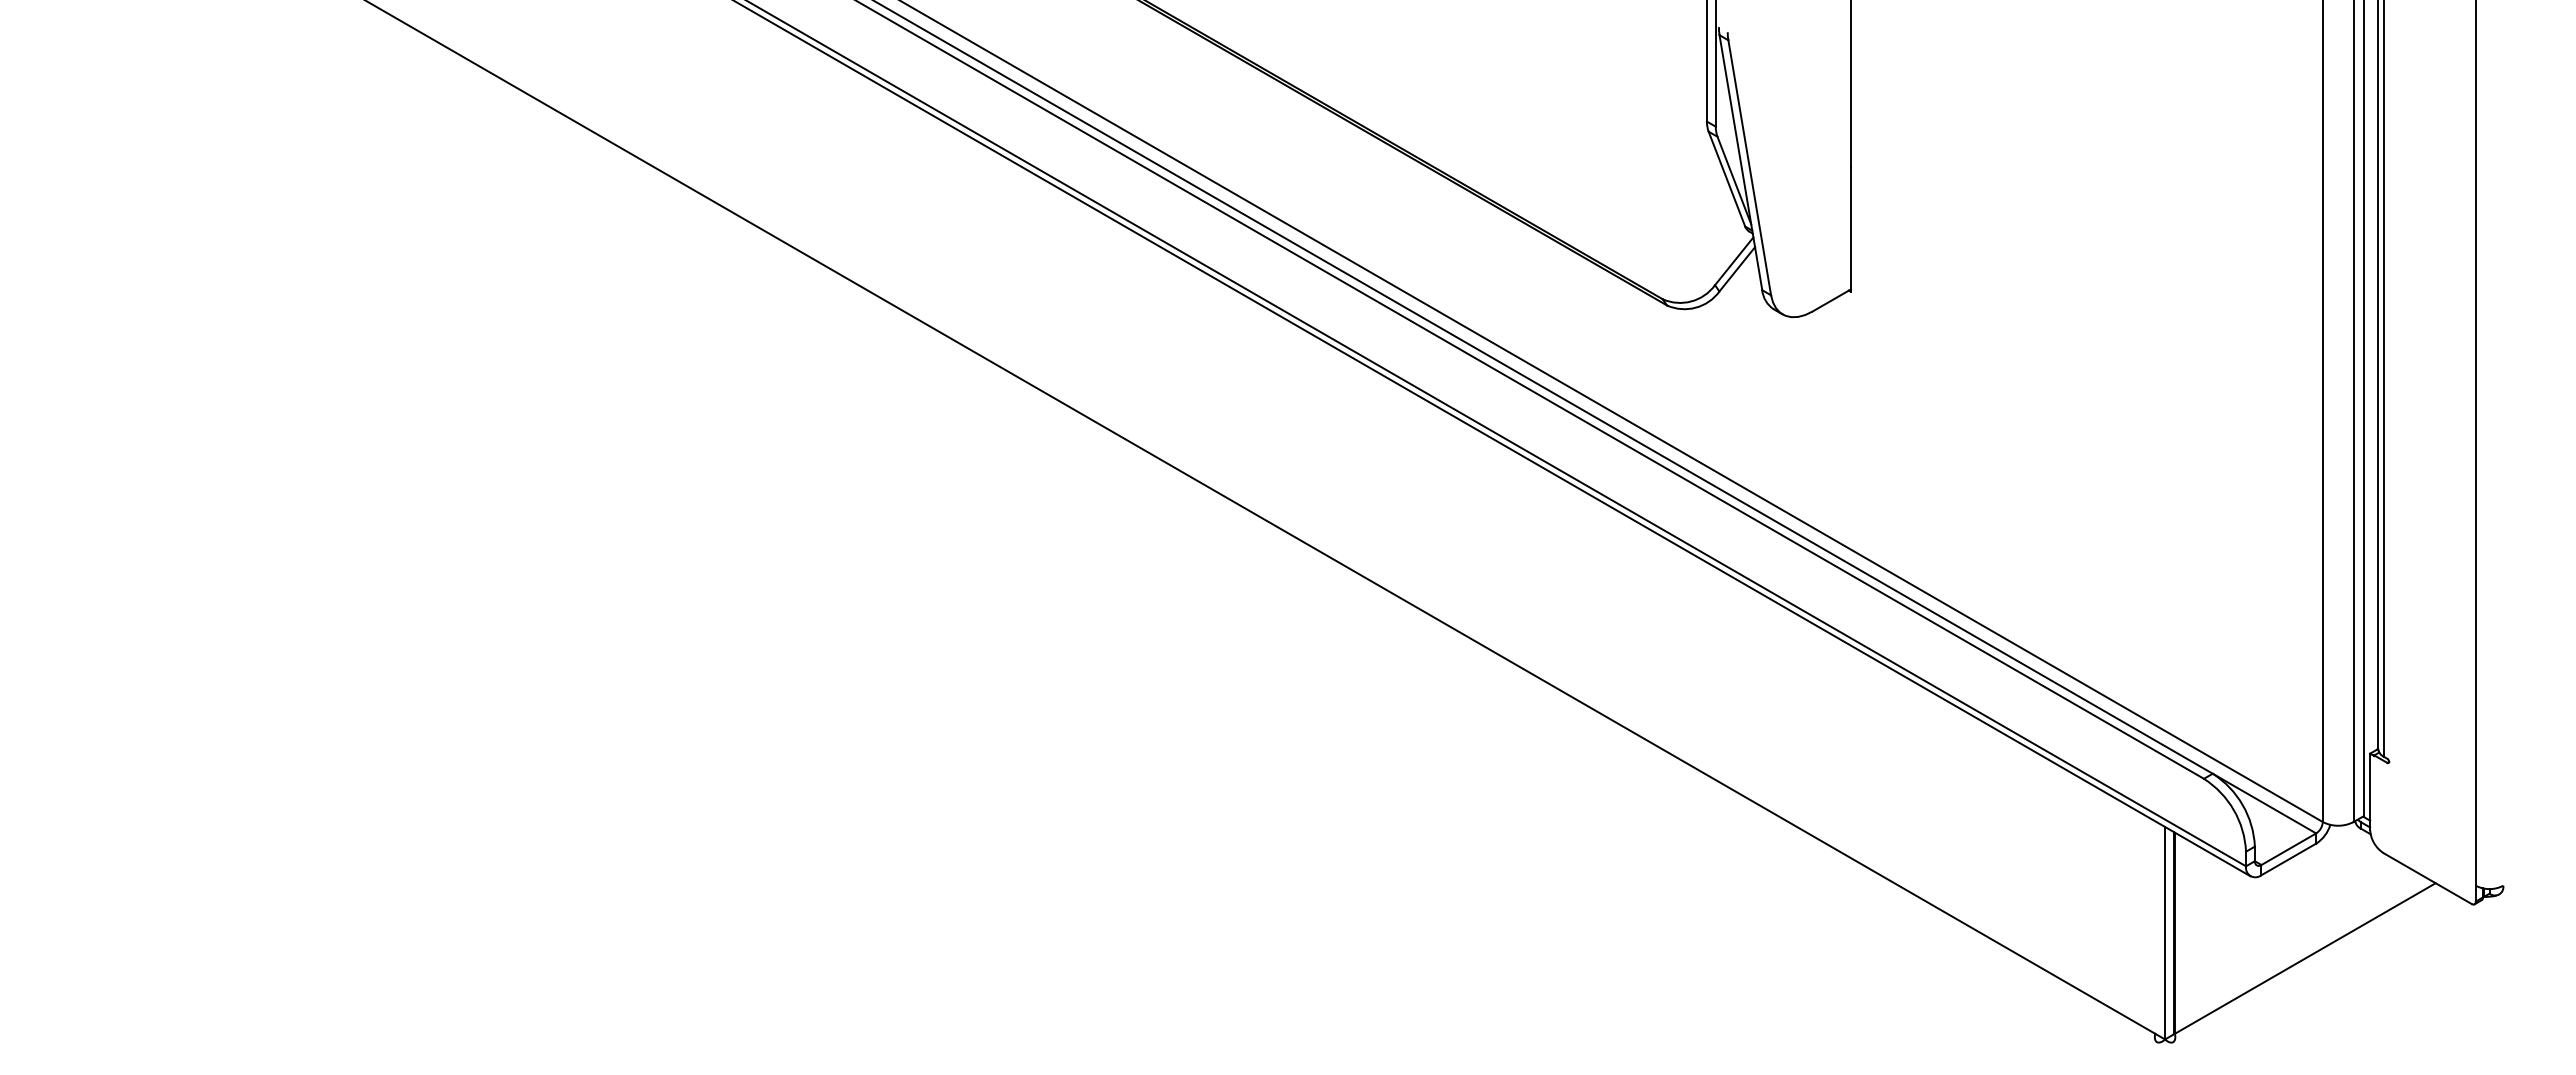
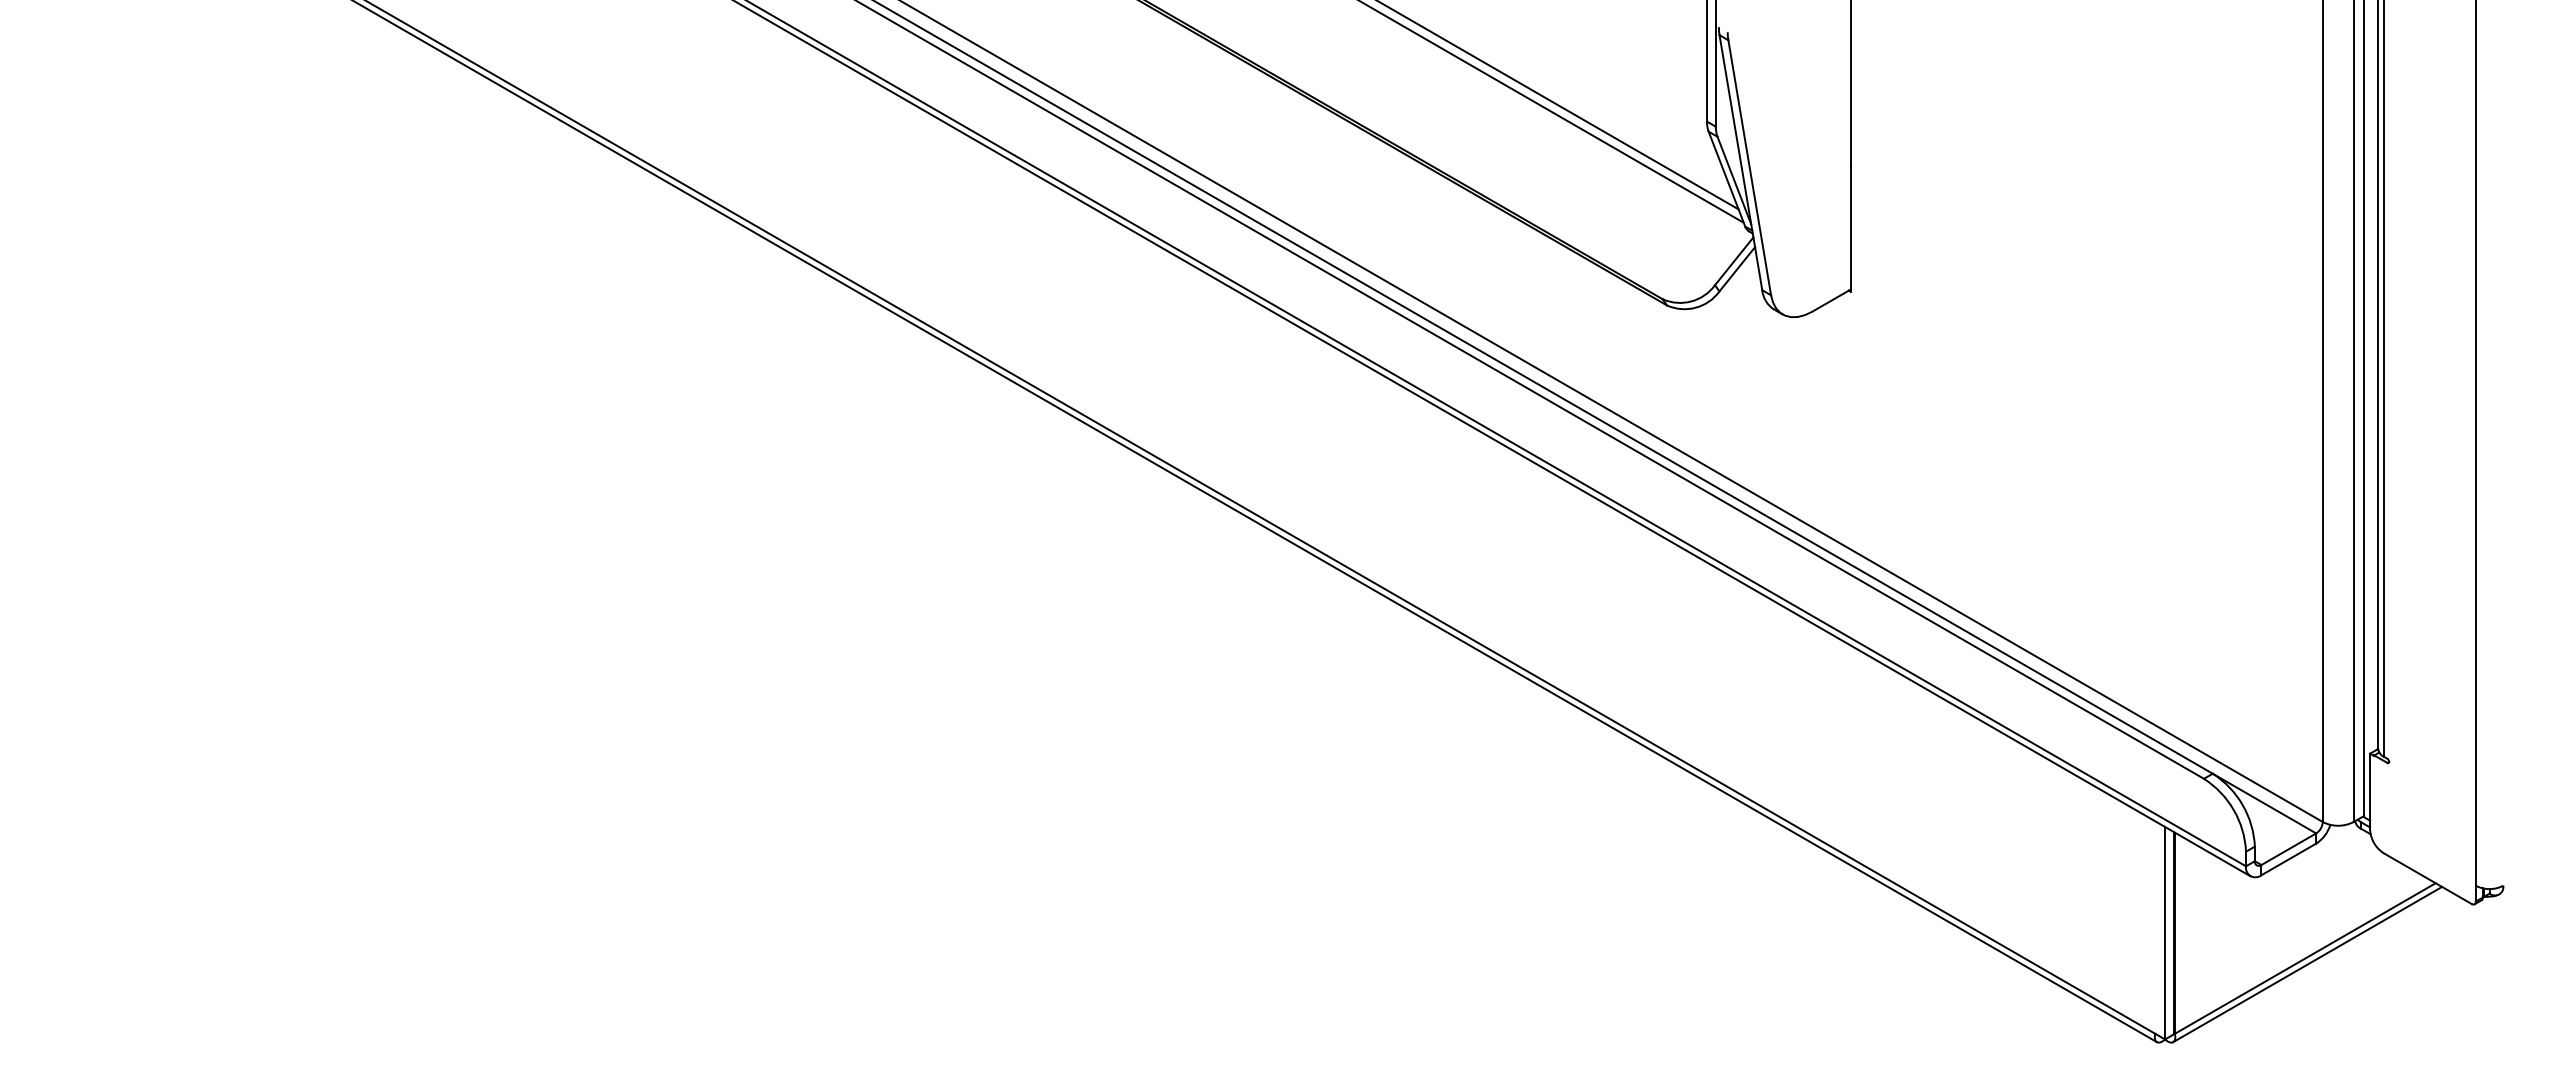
line at (1559, 105): none -> present
line at (1552, 112): none -> present
line at (1255, 522): none -> present
line at (2307, 964): none -> present
